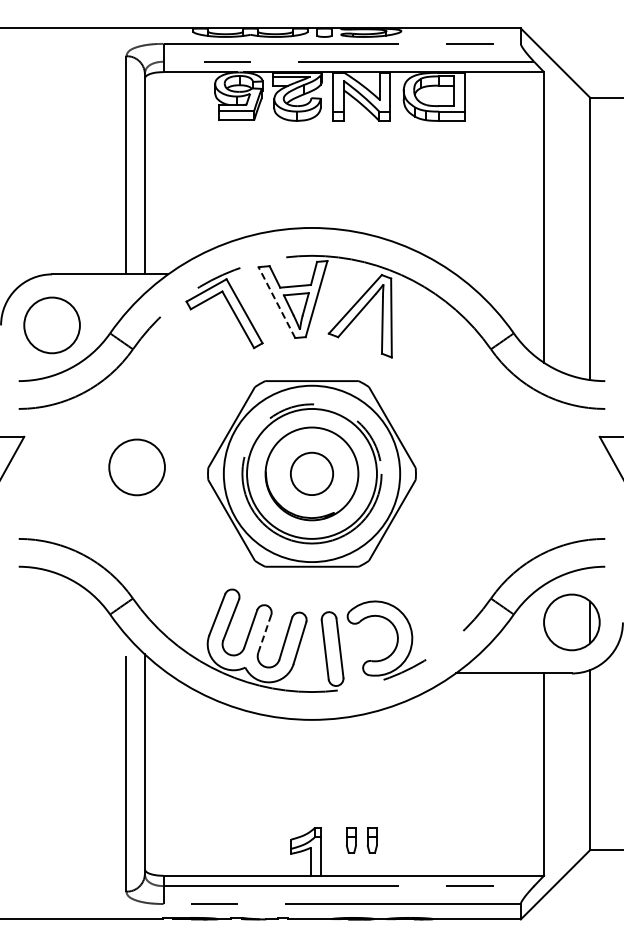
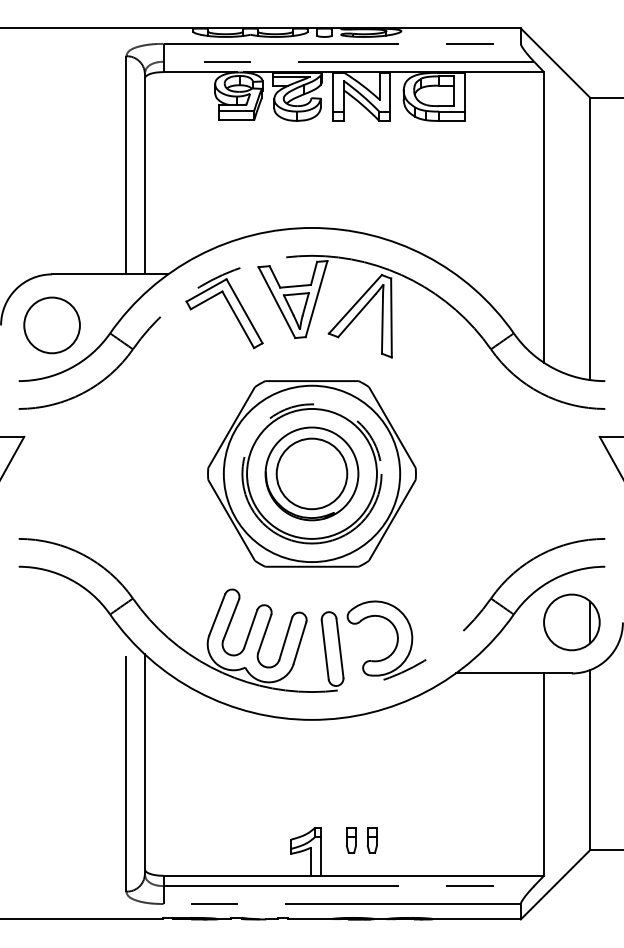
line at (276, 302): dashed -> solid
circle at (136, 467): present -> none
circle at (311, 473) diameter: 42 px -> 71 px
line at (264, 633): dashed -> solid
